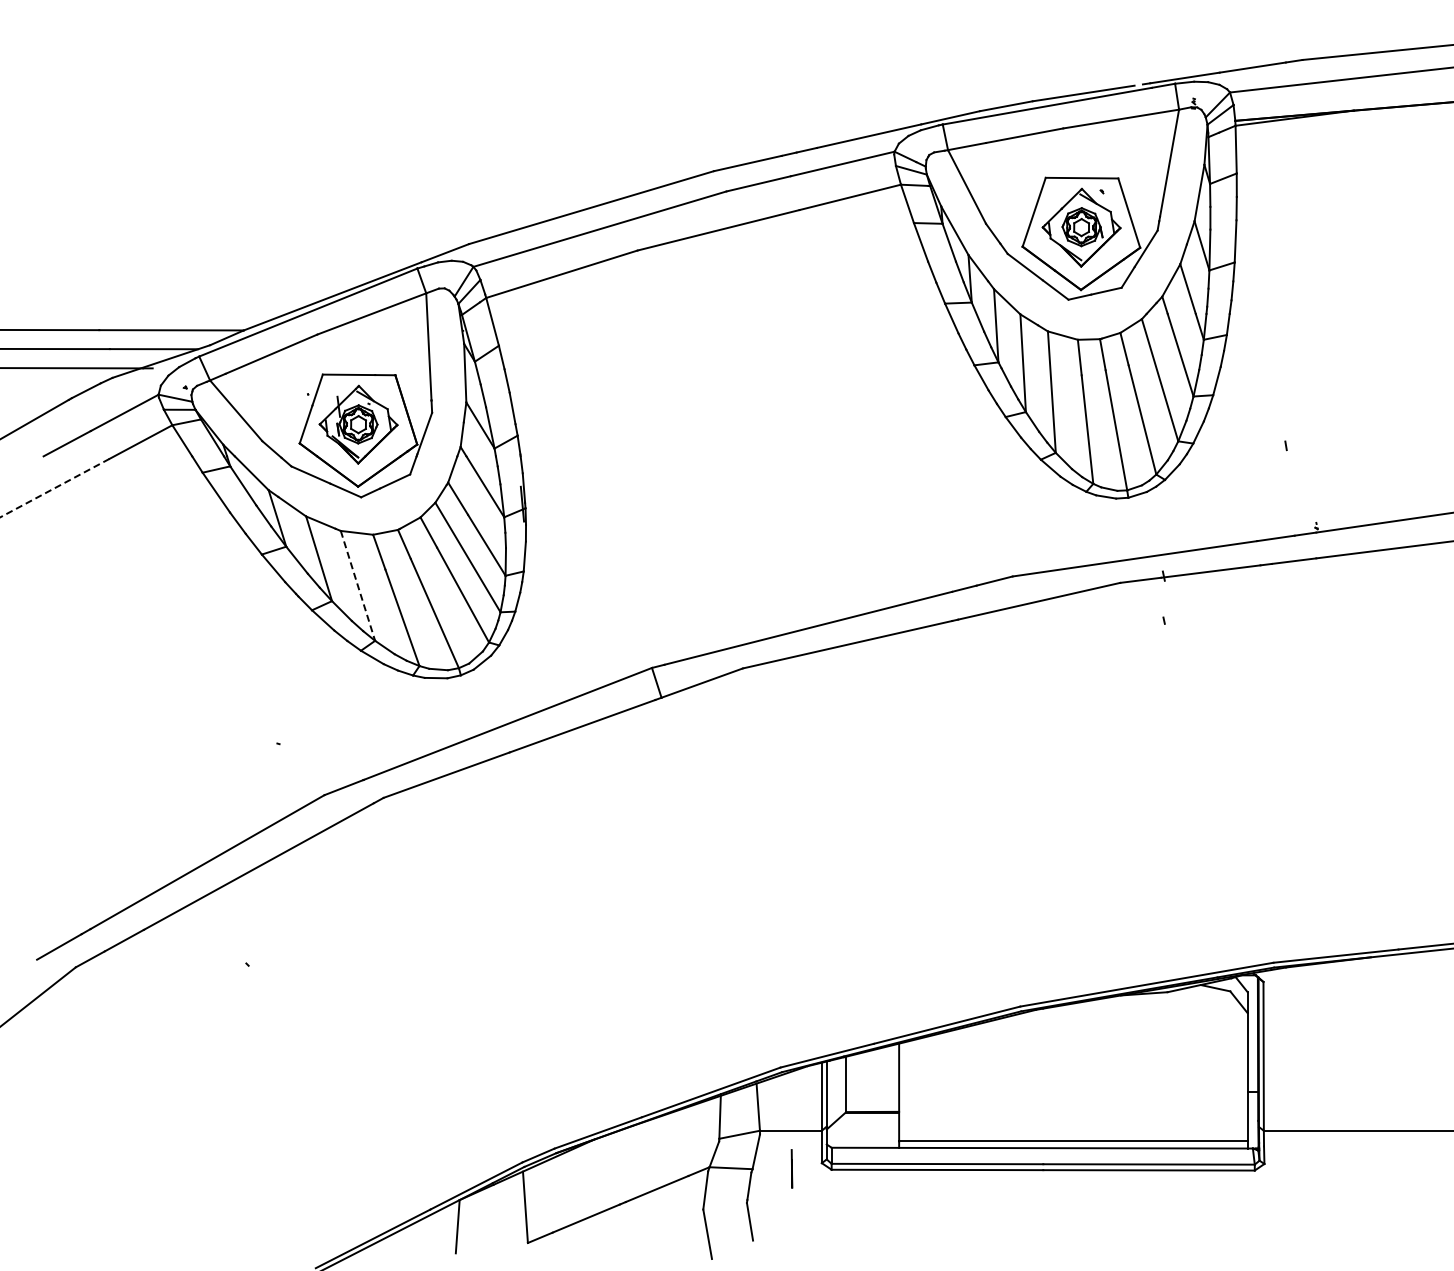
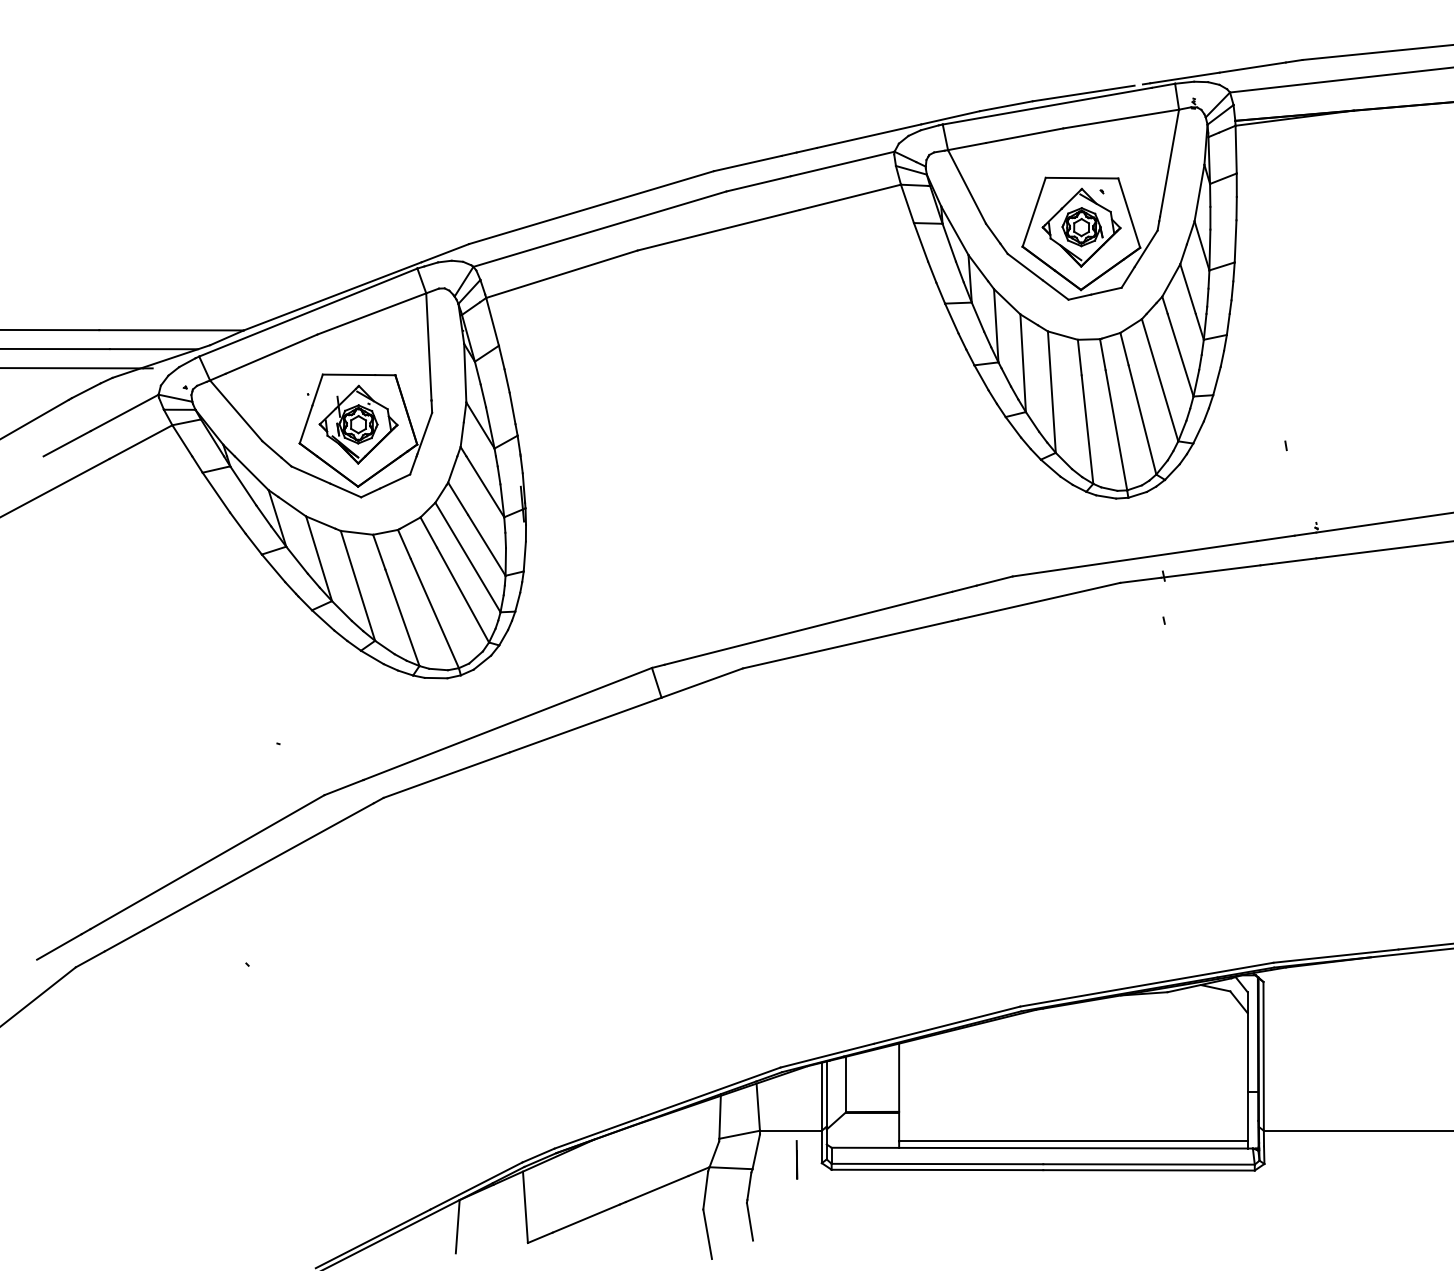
line at (54, 488): dashed -> solid
line at (357, 585): dashed -> solid
line at (791, 1168) position: (791, 1168) -> (796, 1159)
